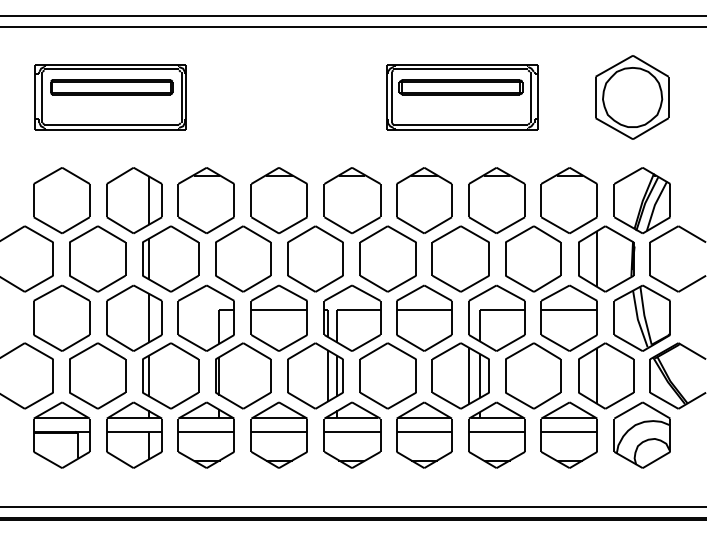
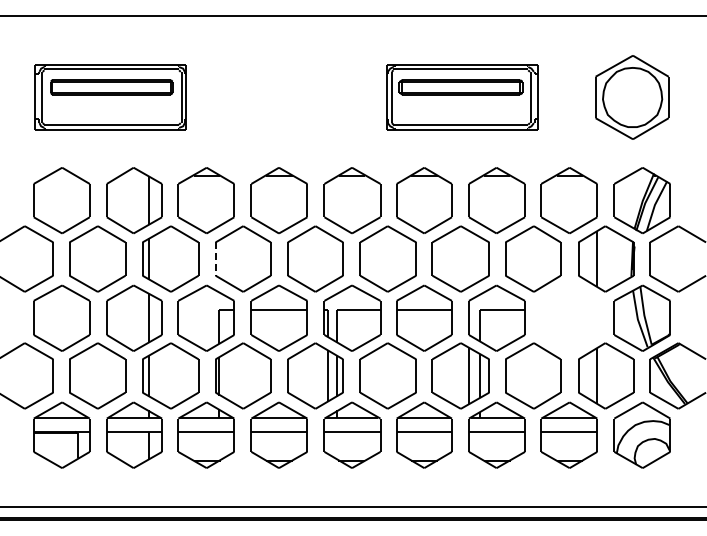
line at (352, 27): present -> none
line at (215, 259): solid -> dashed
part at (568, 317): present -> none
